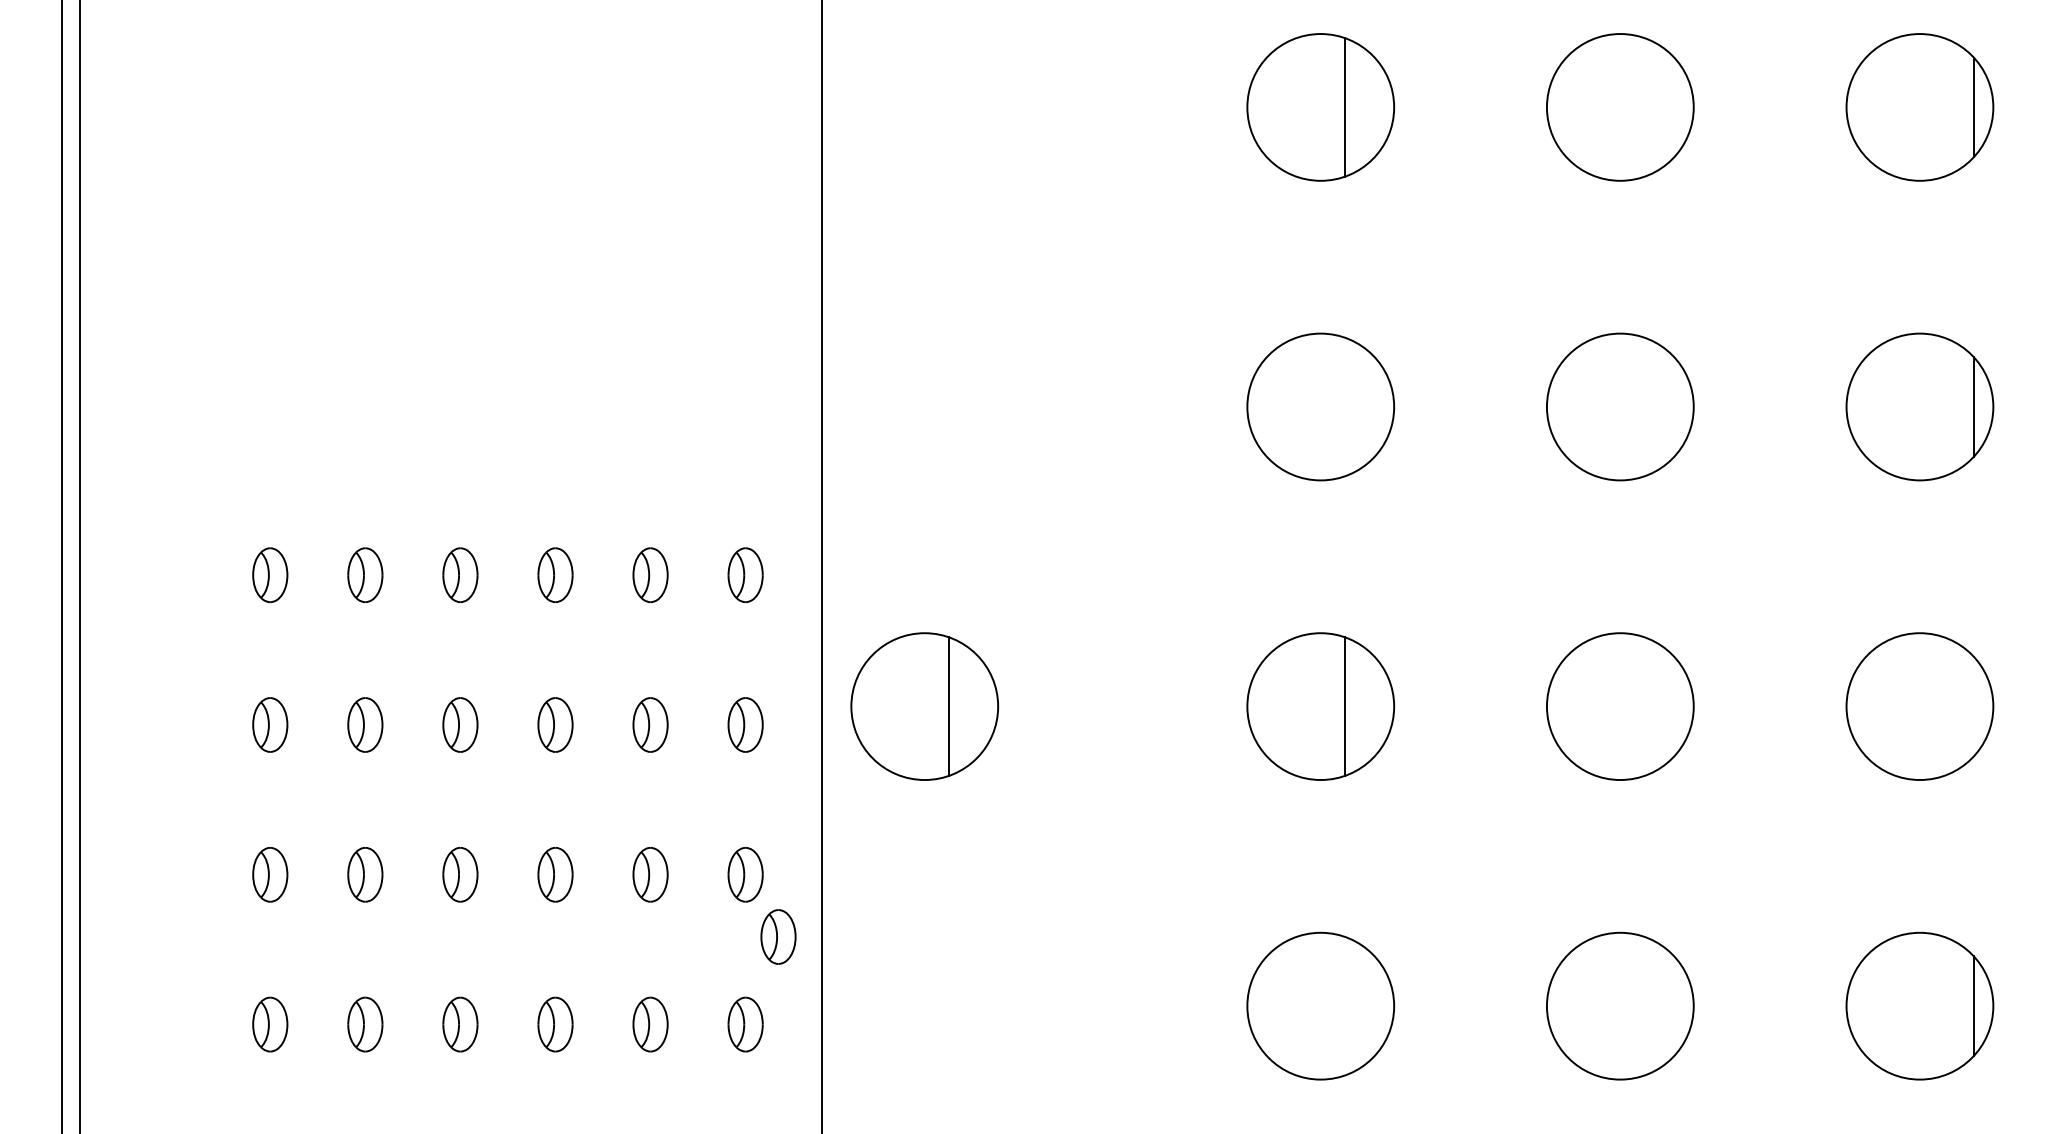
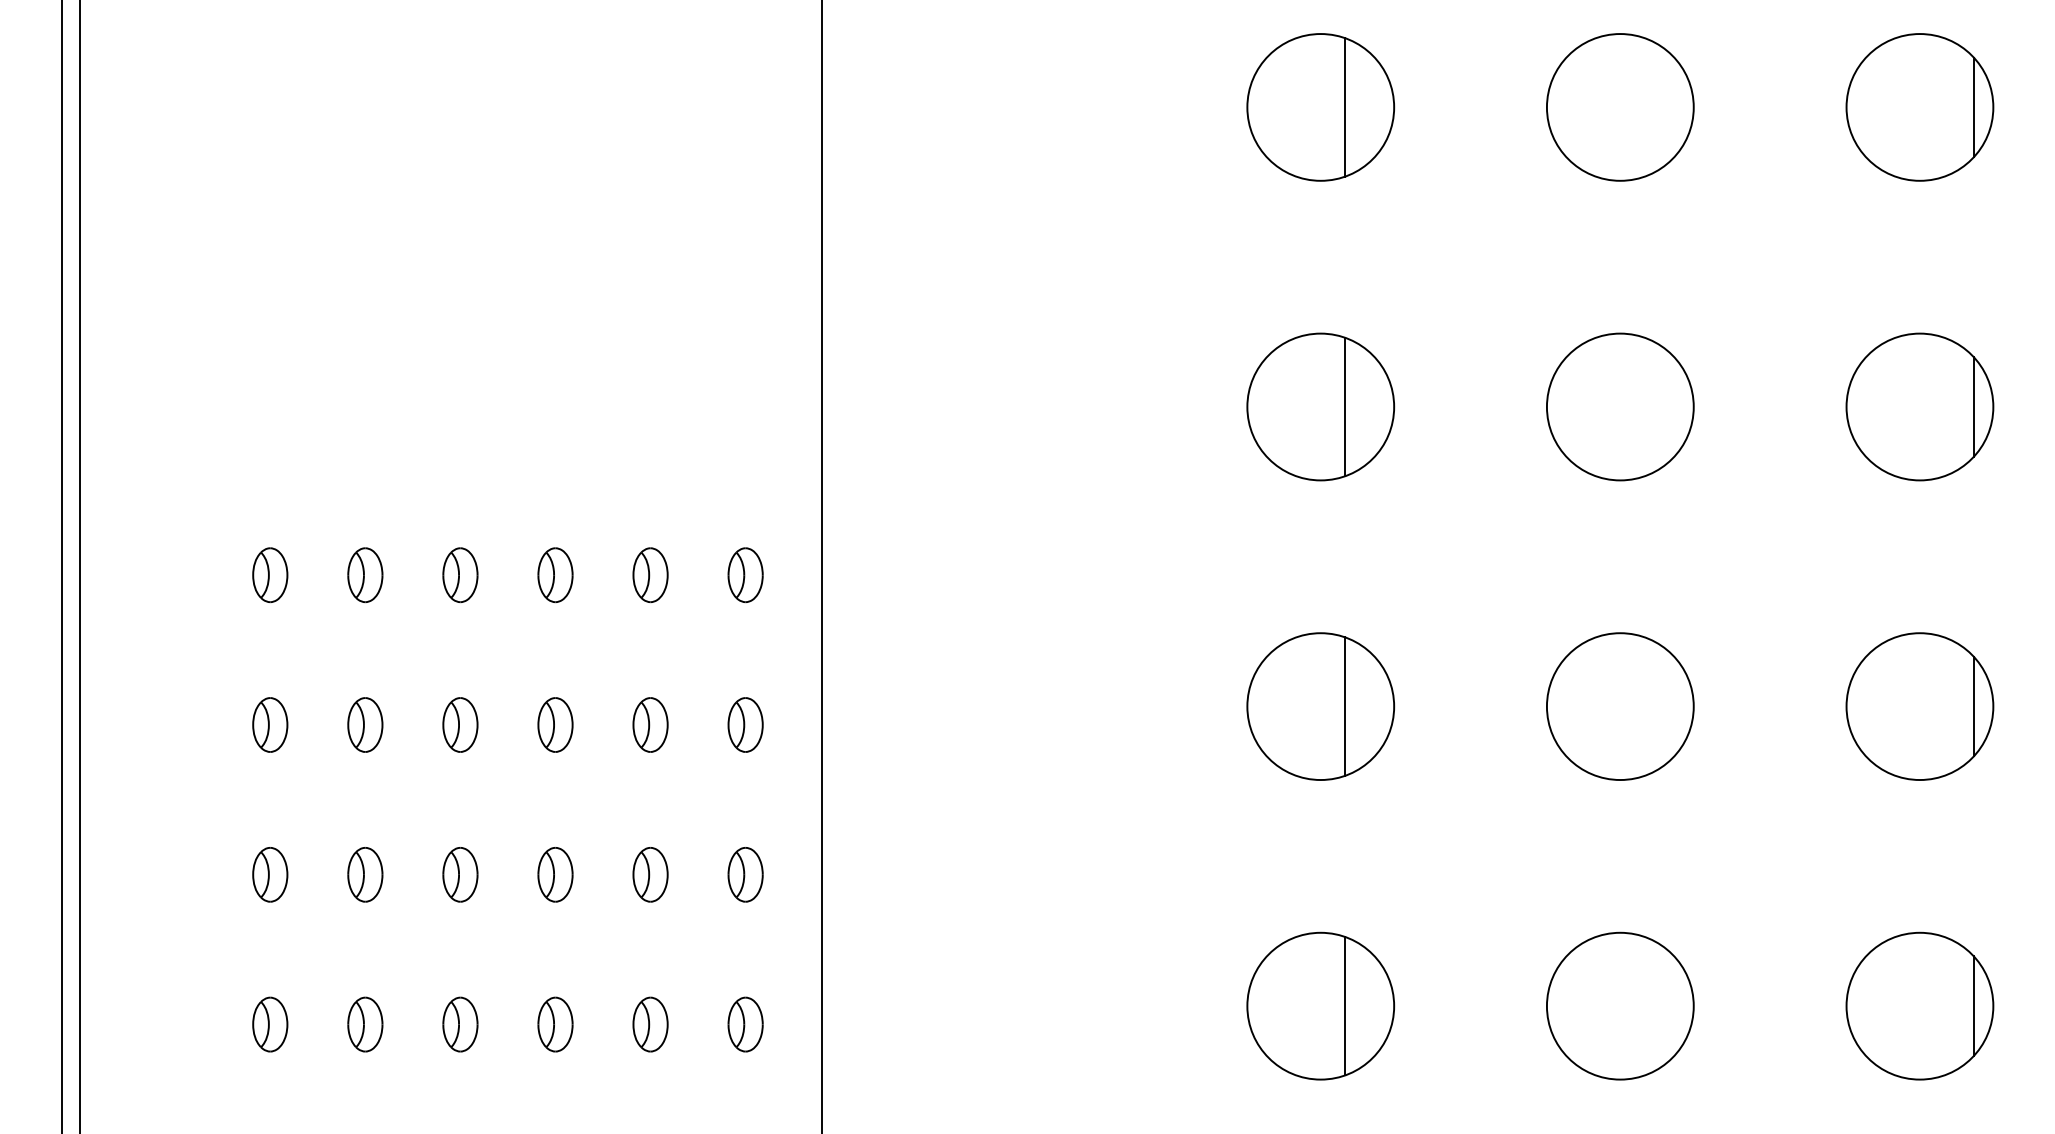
line at (1344, 406): none -> present
part at (924, 706): present -> none
line at (1973, 706): none -> present
part at (778, 936): present -> none
line at (1344, 1006): none -> present
